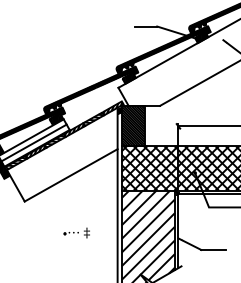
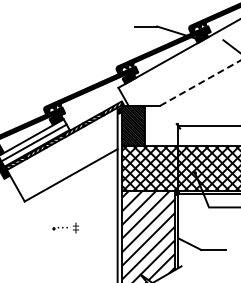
line at (200, 83): solid -> dashed
text at (76, 232) position: (76, 232) -> (65, 227)
